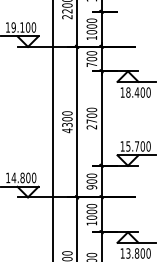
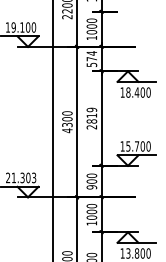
text at (91, 58): 700 -> 574
text at (91, 115): 2700 -> 2819
text at (21, 177): 14.800 -> 21.303
